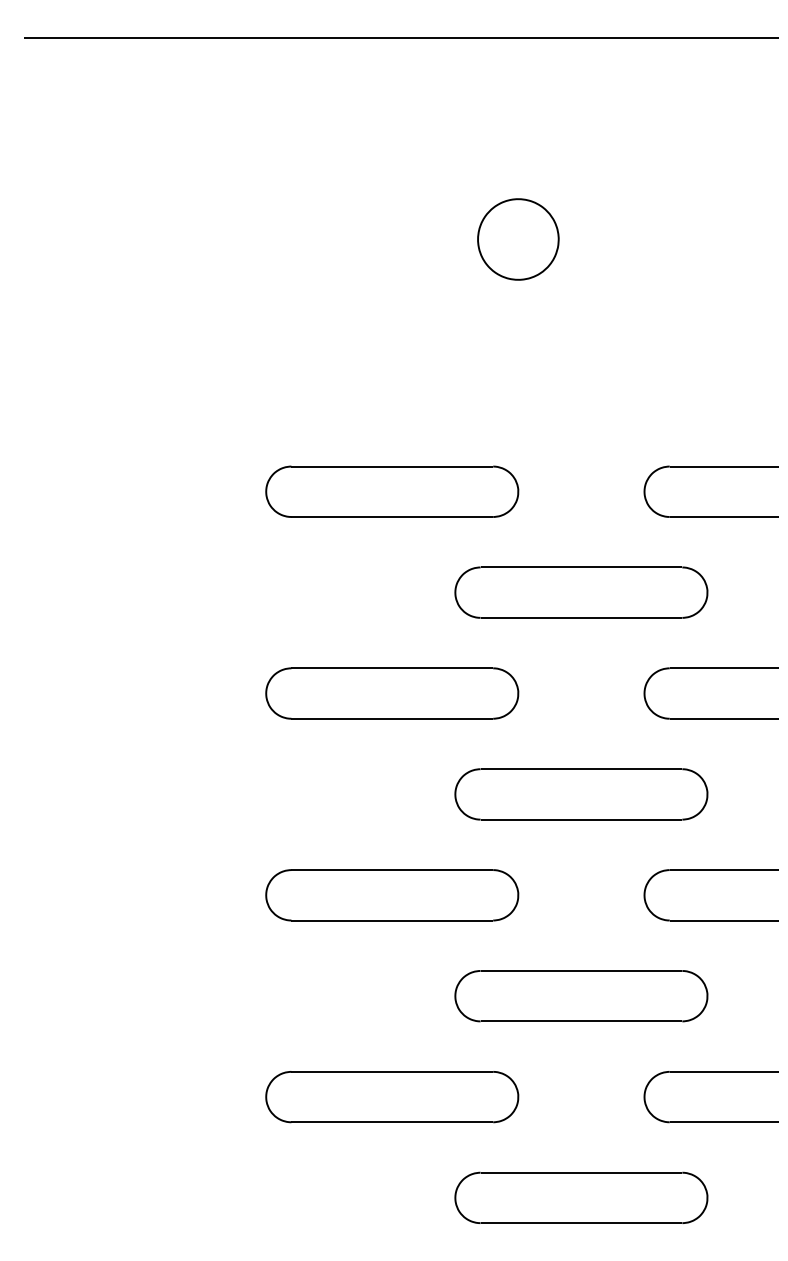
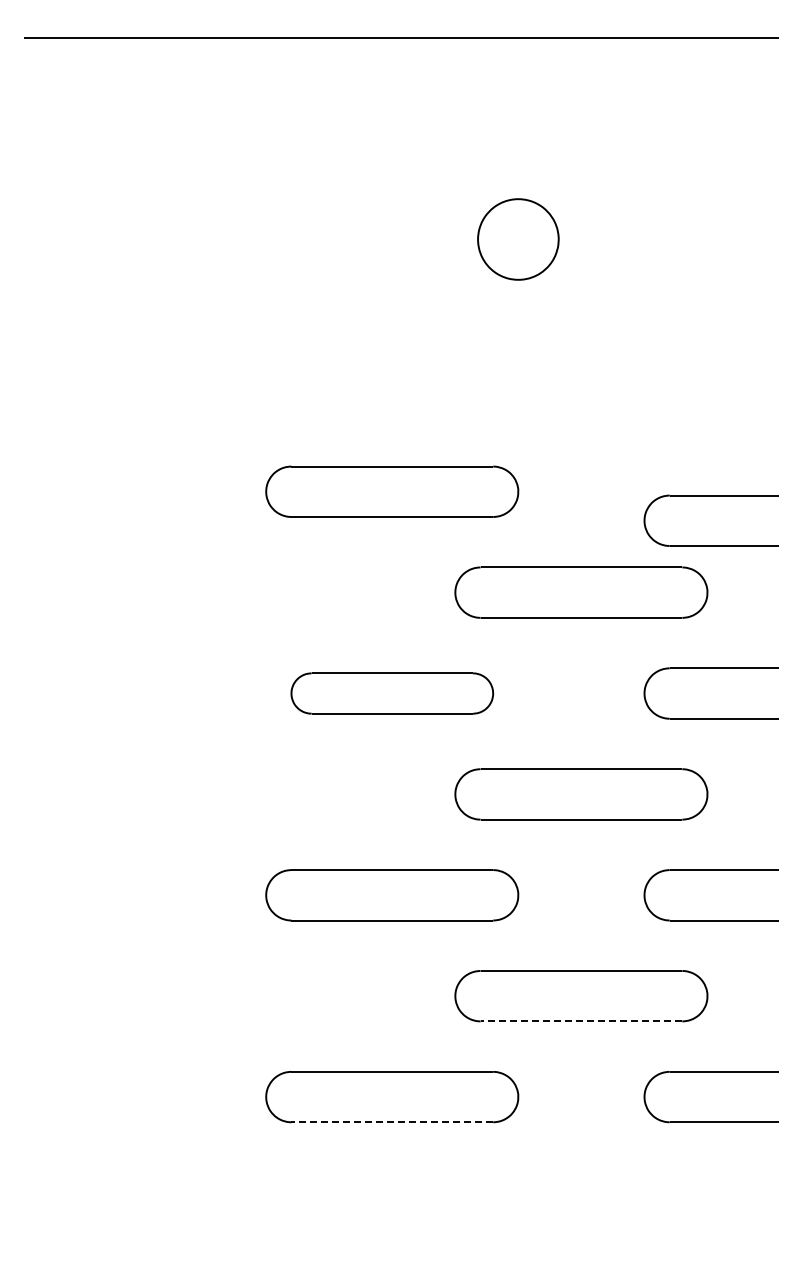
part at (710, 467) position: (710, 467) -> (710, 496)
part at (392, 693) size: 255x53 px -> 205x43 px
line at (581, 1021): solid -> dashed
line at (392, 1122): solid -> dashed
part at (581, 1197): present -> none
